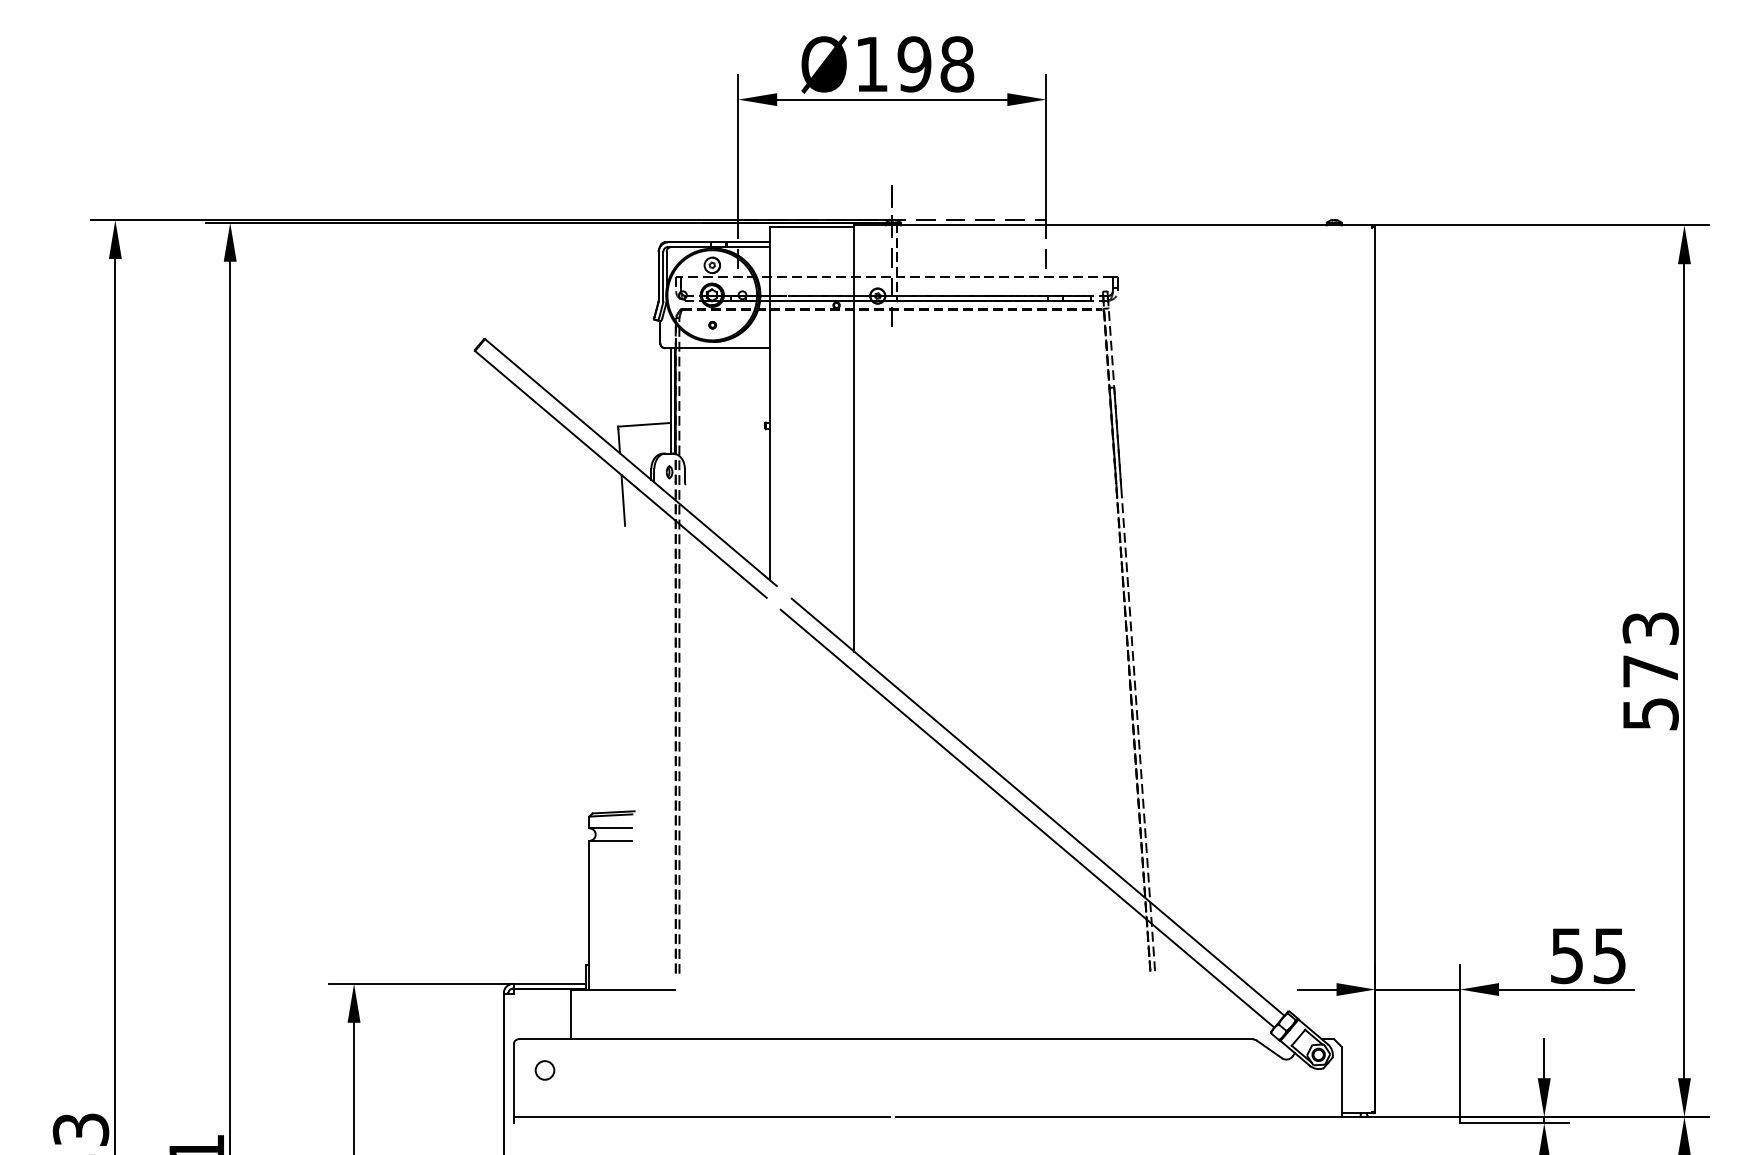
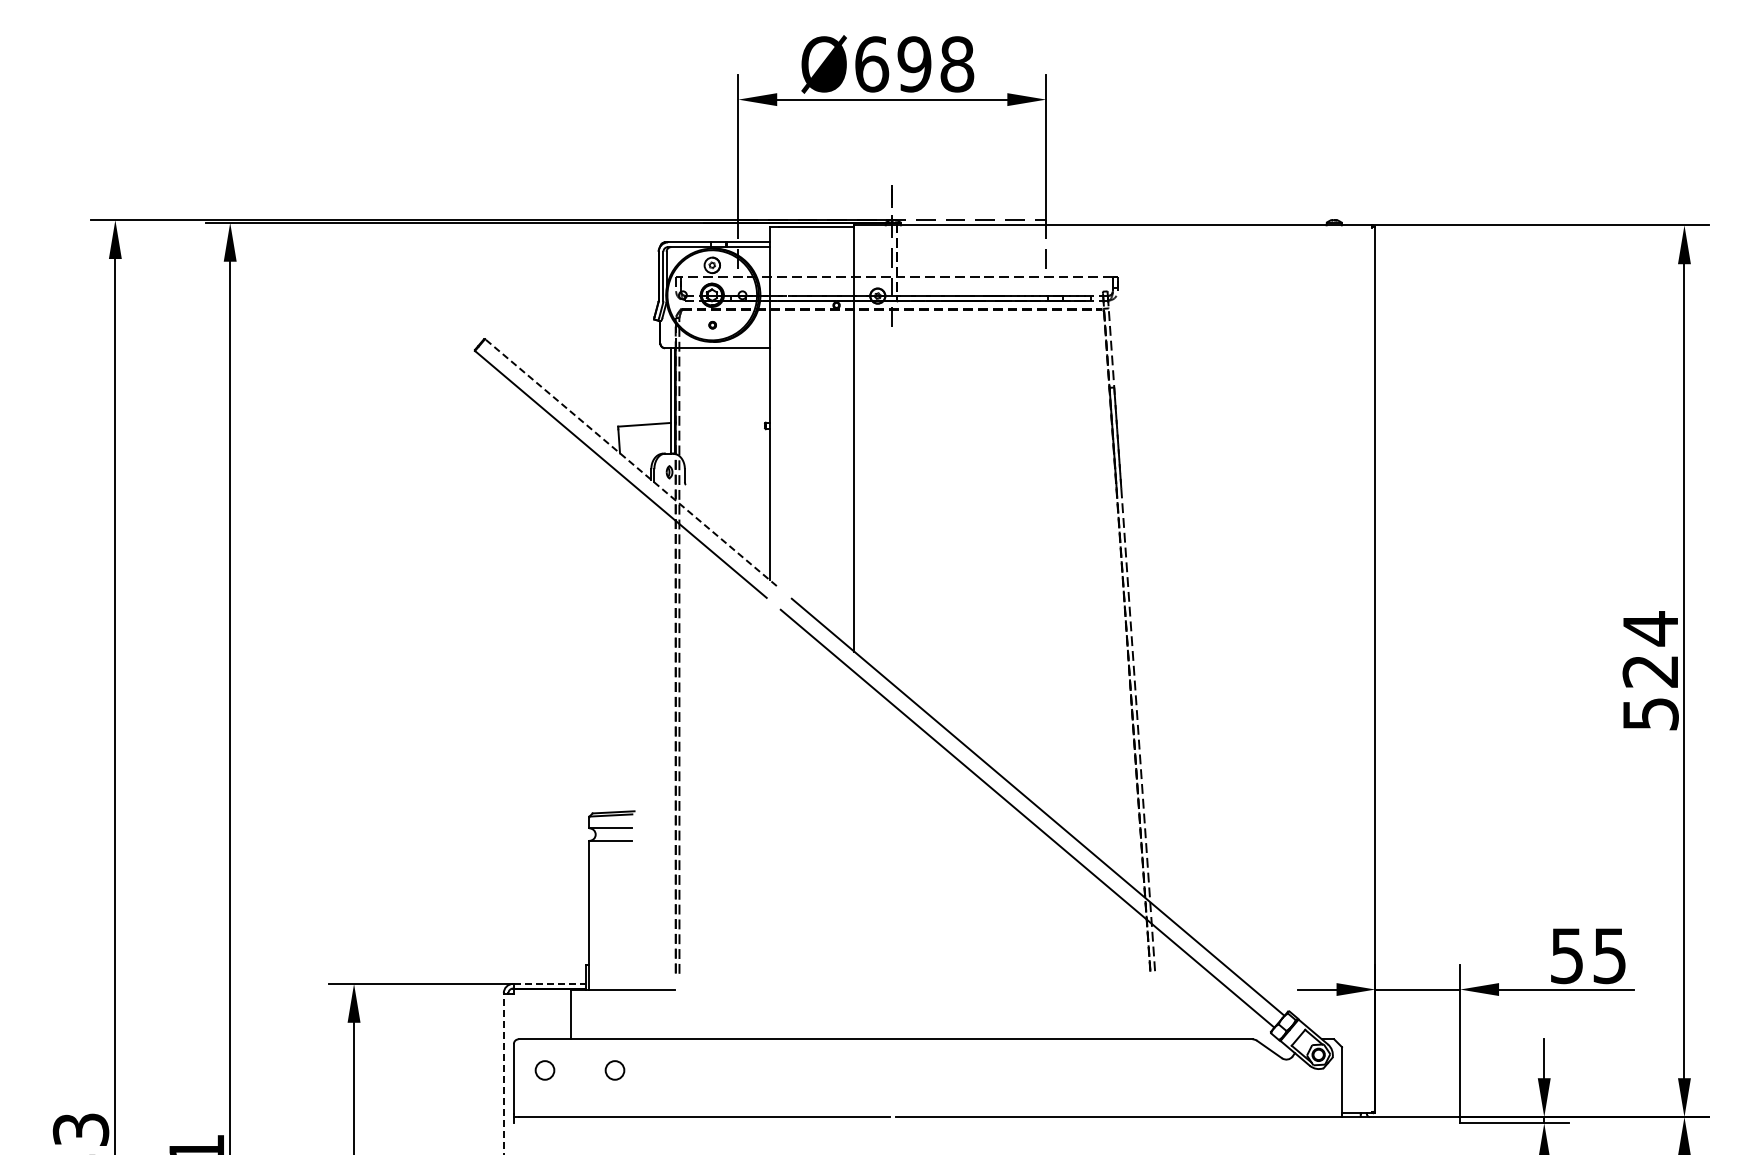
text at (872, 64): Ø198 -> Ø698
line at (630, 462): solid -> dashed
line at (623, 500): present -> none
text at (1650, 649): 573 -> 524
line at (550, 983): solid -> dashed
circle at (614, 1070): none -> present
line at (503, 1074): solid -> dashed
